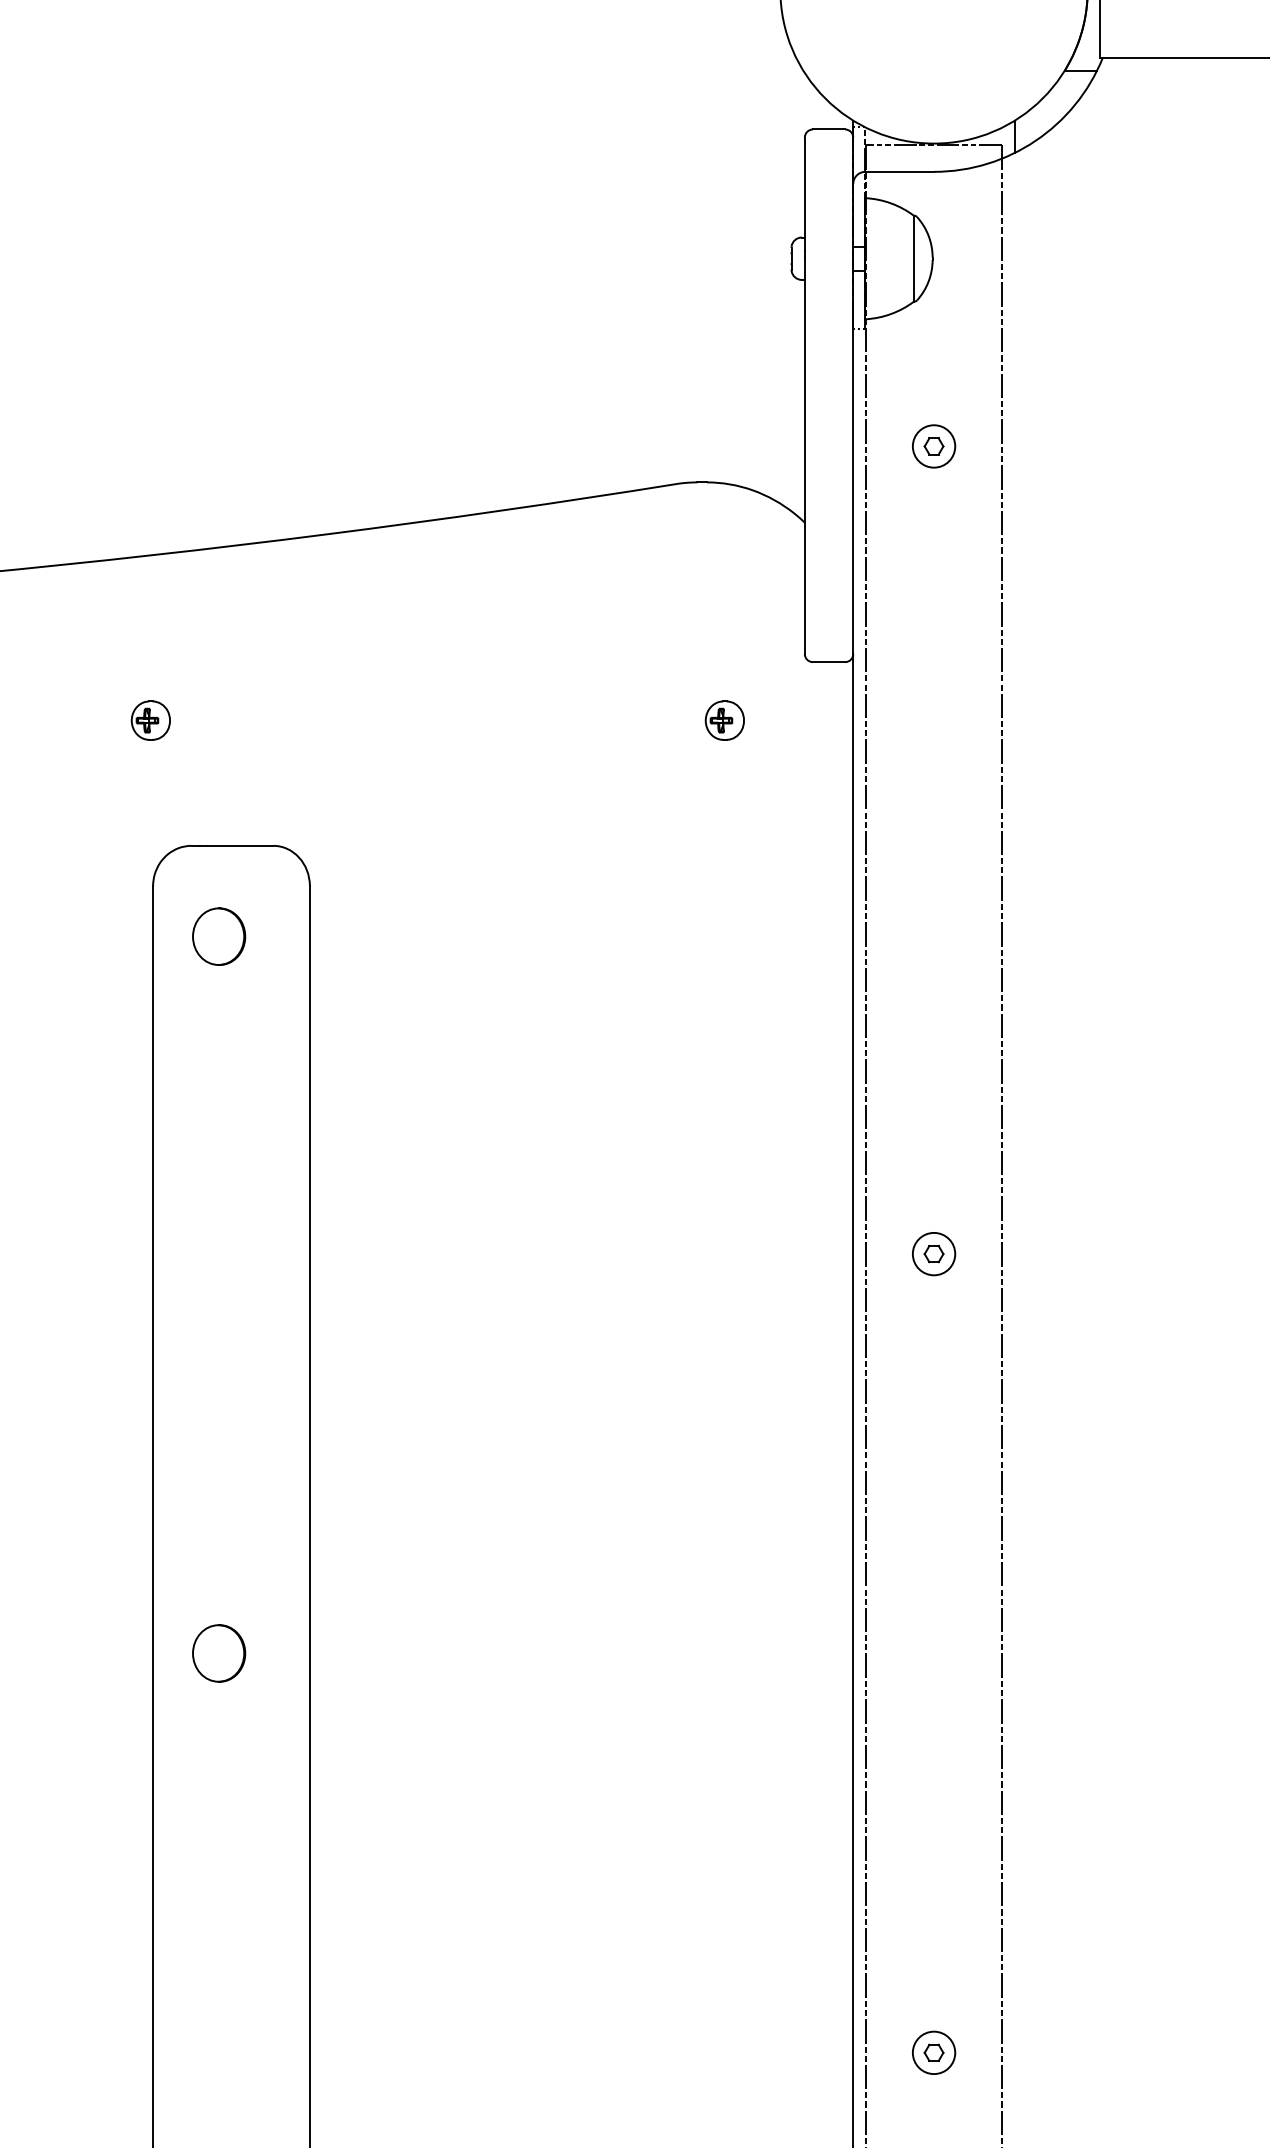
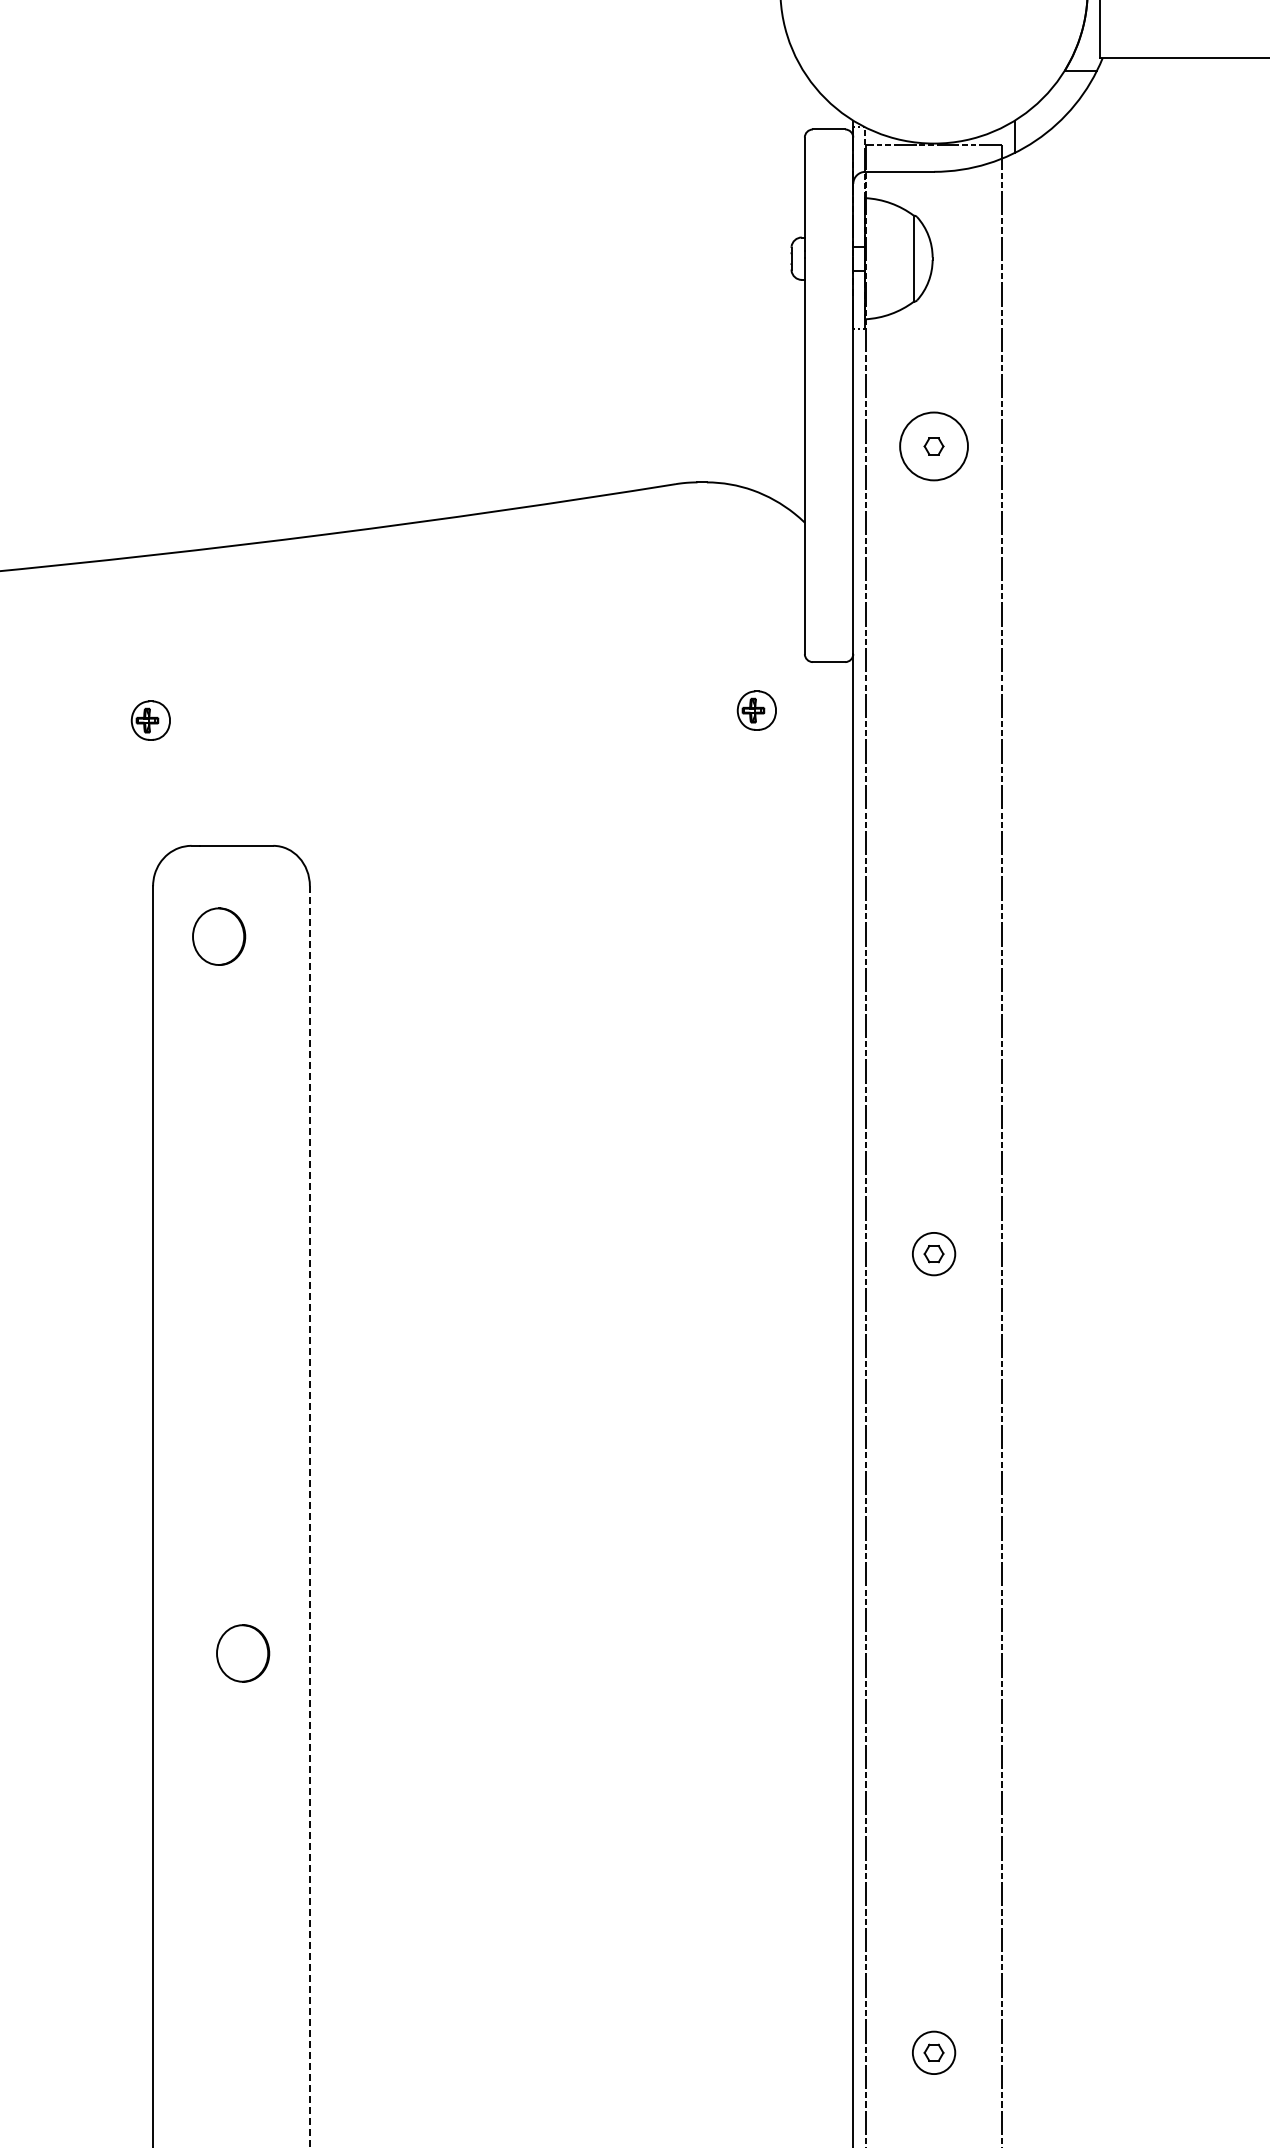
circle at (933, 446) diameter: 42 px -> 68 px
part at (724, 720) position: (724, 720) -> (756, 710)
line at (309, 1517): solid -> dashed
part at (219, 1653) position: (219, 1653) -> (243, 1653)
